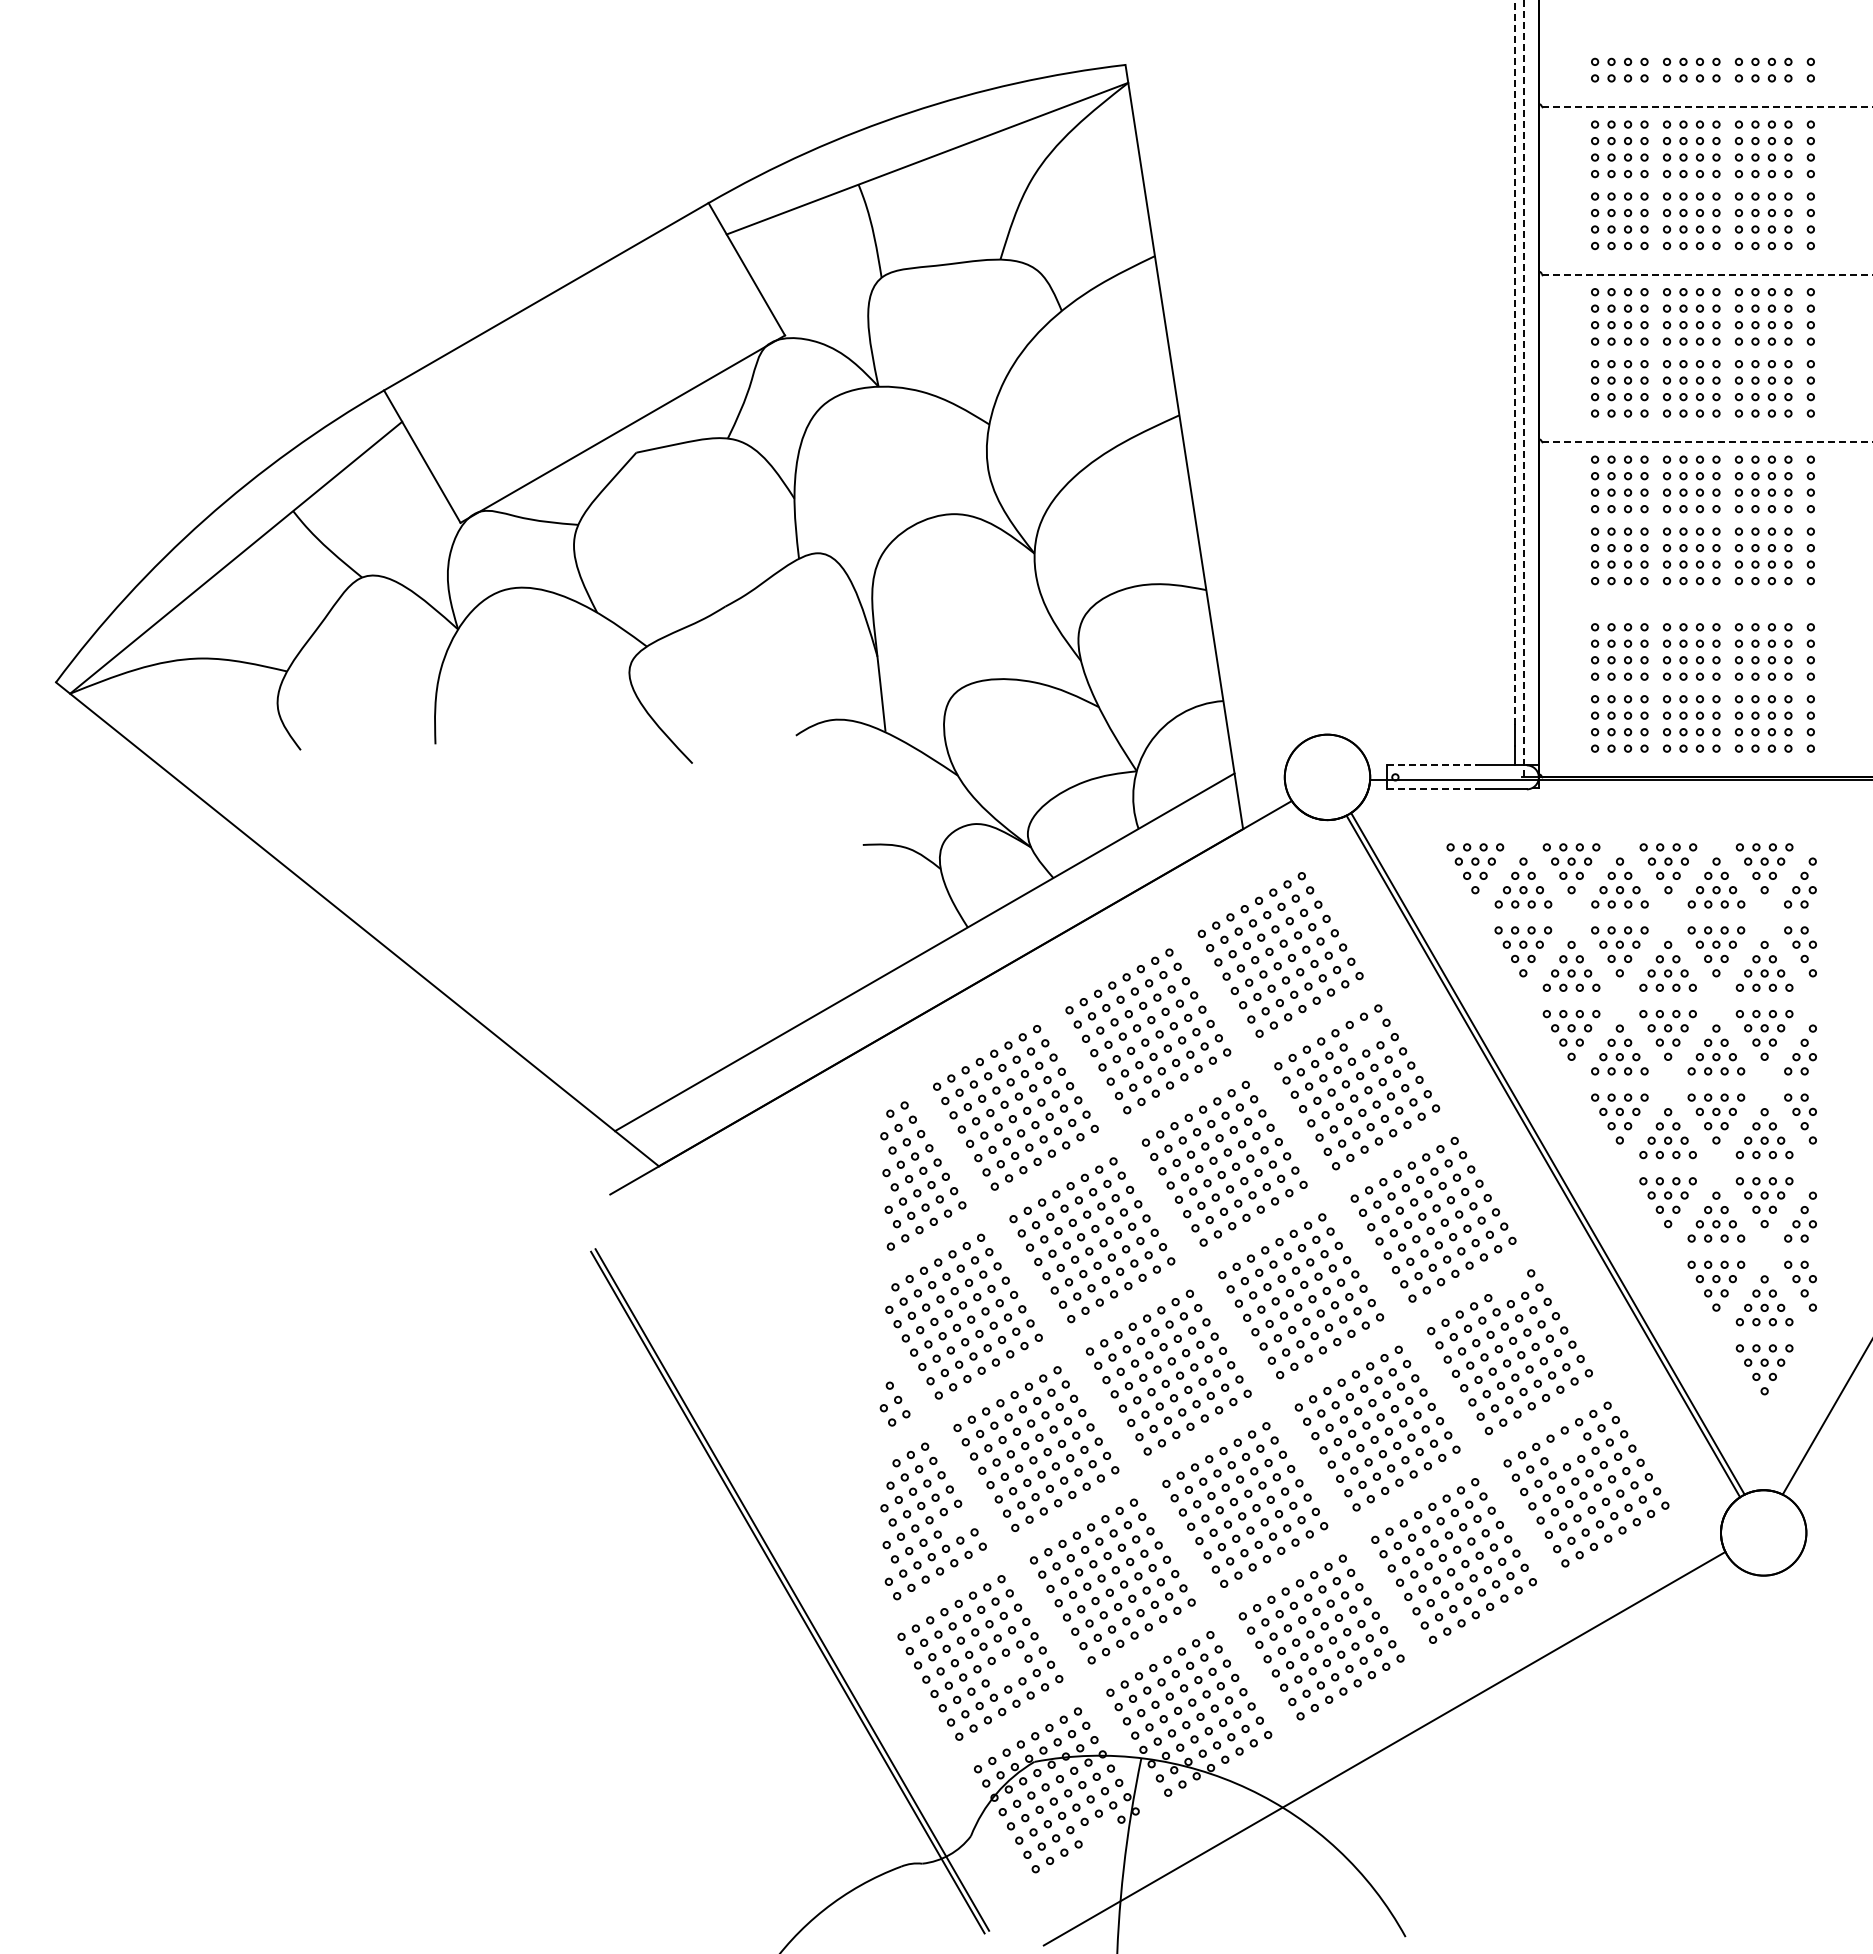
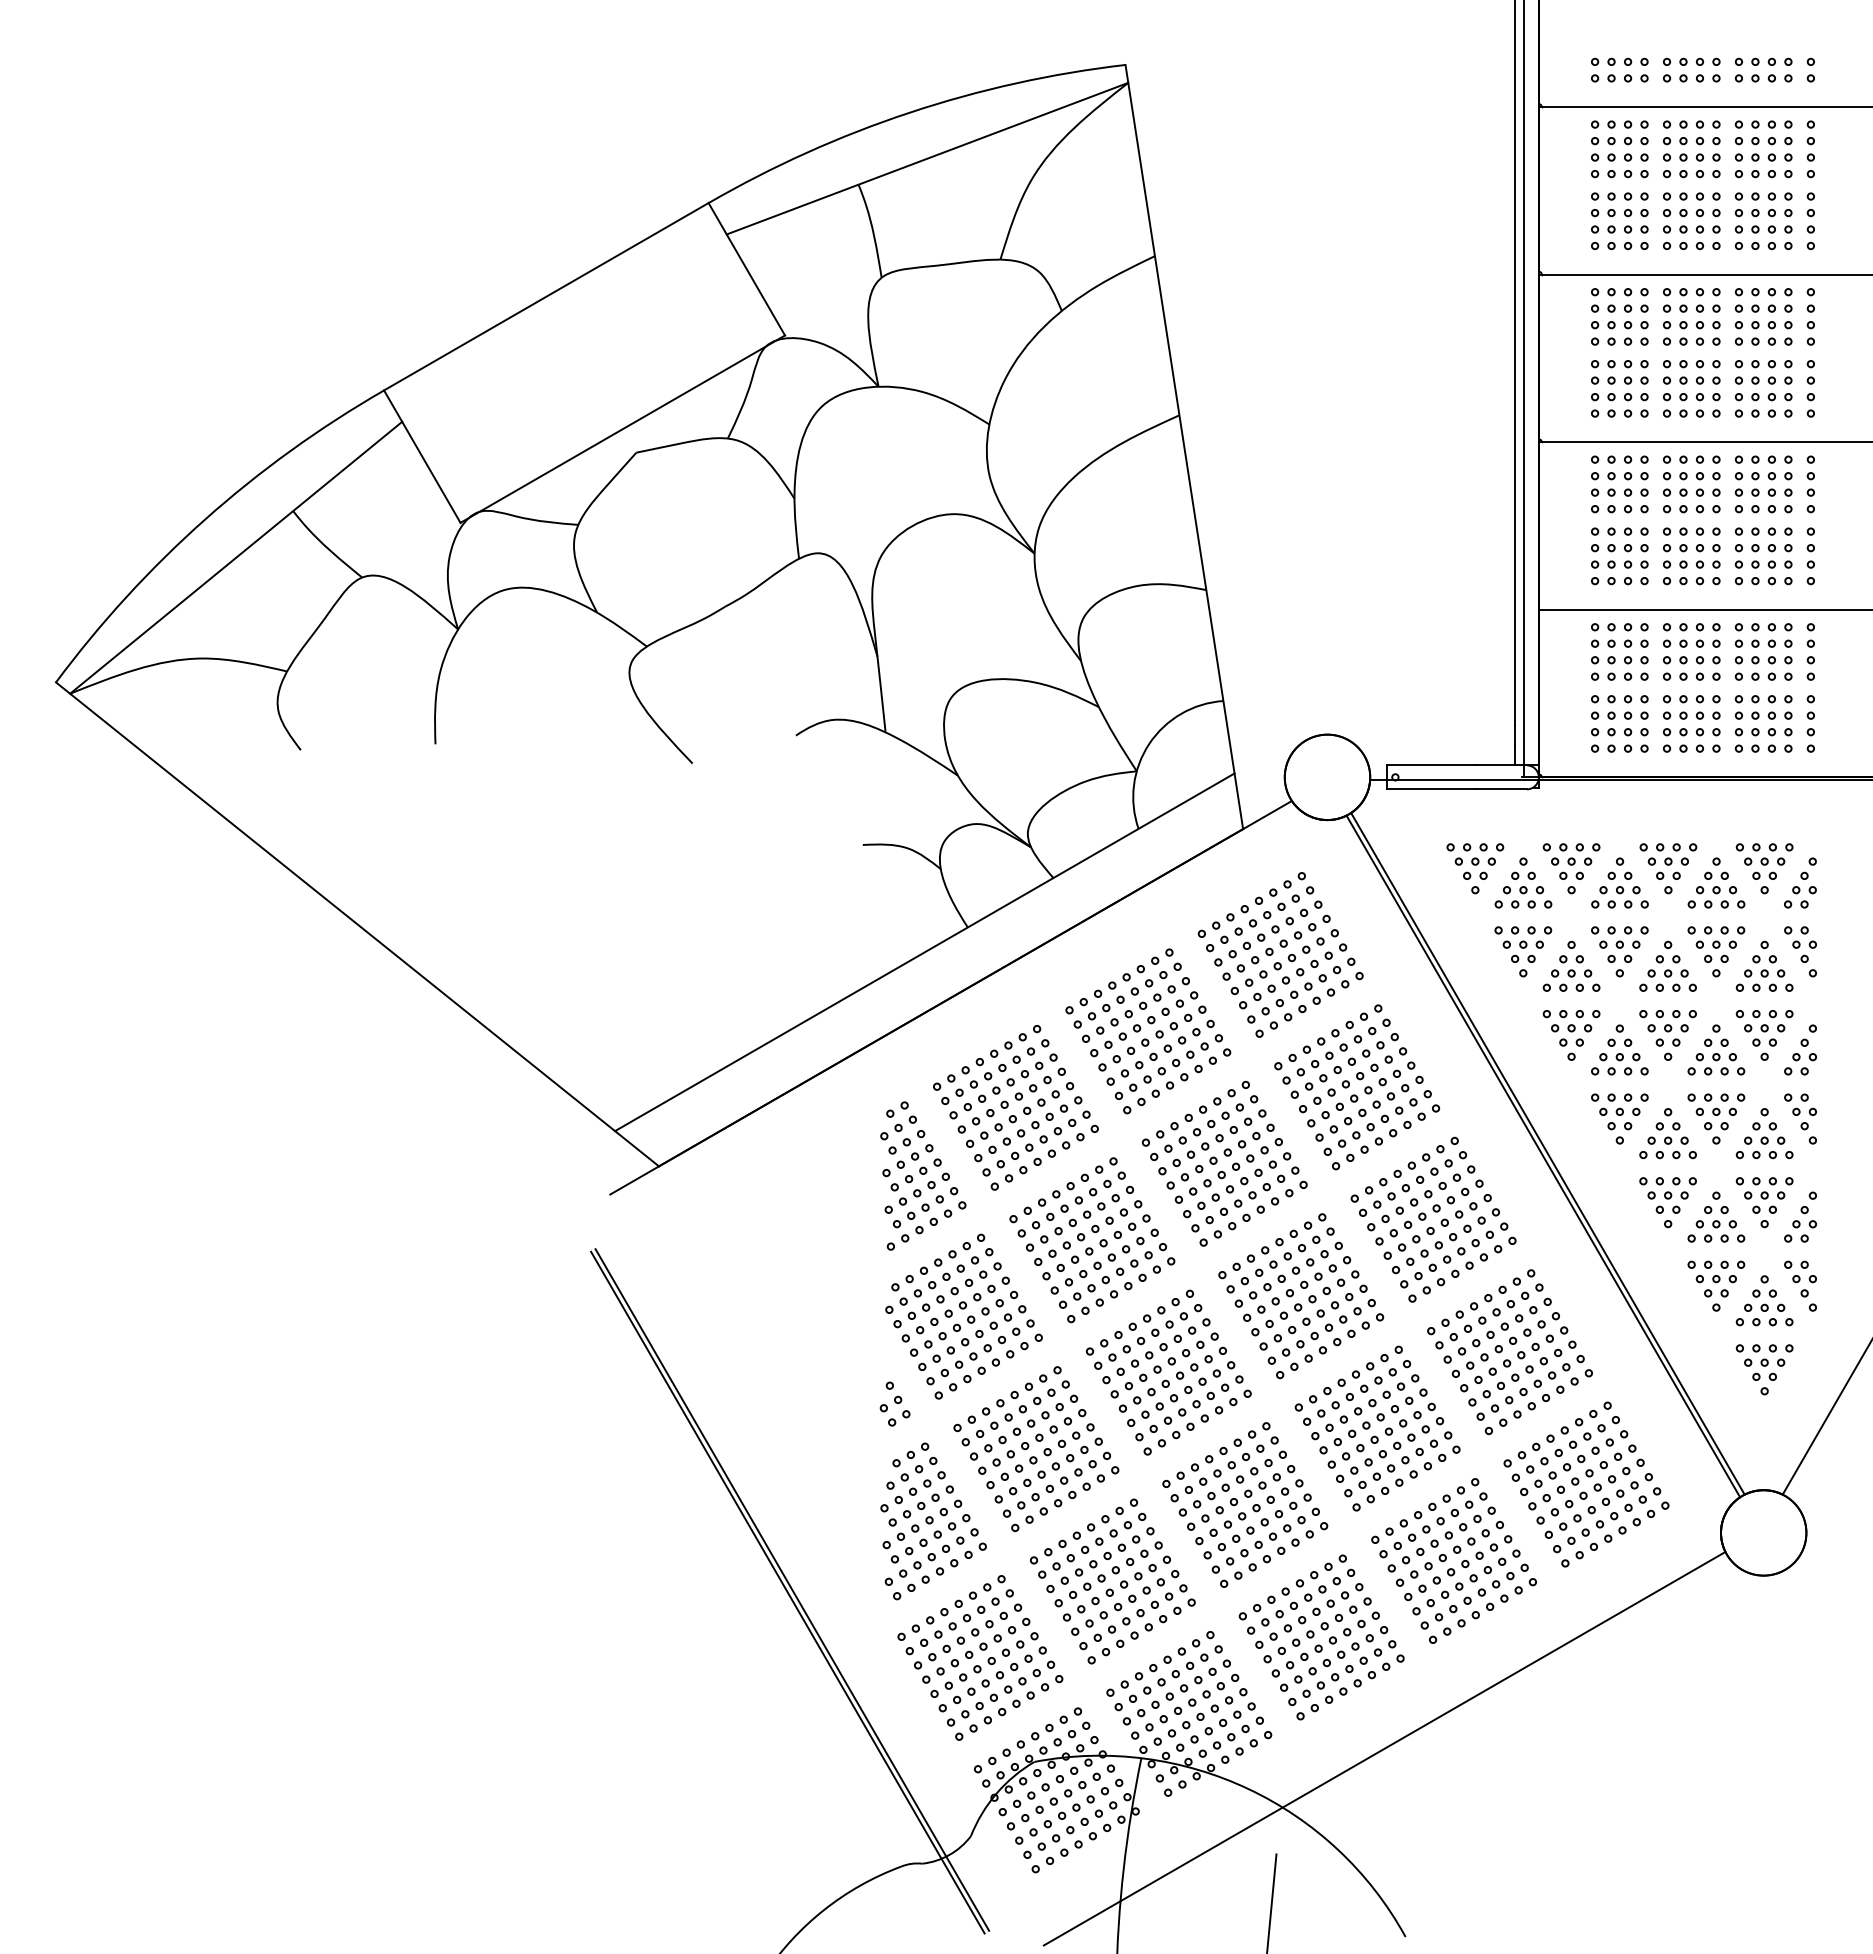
line at (1705, 107): dashed -> solid
line at (1705, 274): dashed -> solid
line at (1514, 362): dashed -> solid
line at (1523, 389): dashed -> solid
line at (1705, 442): dashed -> solid
line at (1703, 609): none -> present
line at (1432, 765): dashed -> solid
line at (1432, 789): dashed -> solid
part at (1365, 1035): none -> present
part at (1509, 1285): none -> present
part at (1565, 1448): none -> present
part at (959, 1522): none -> present
part at (1006, 1670): none -> present
part at (1099, 1831): none -> present
line at (1271, 1902): none -> present
